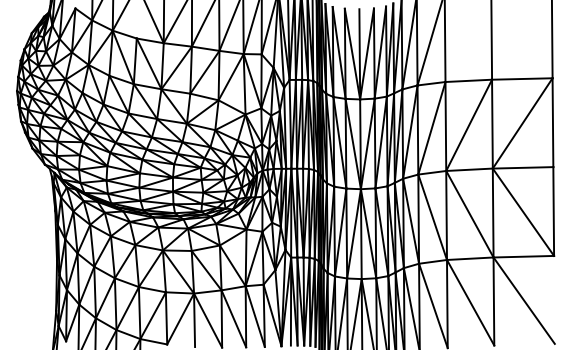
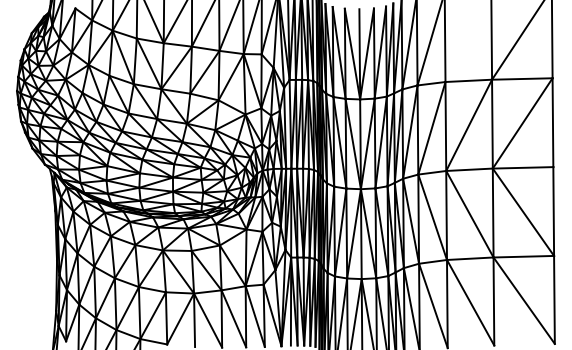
line at (136, 20): none -> present
line at (517, 40): none -> present
line at (554, 299): none -> present
